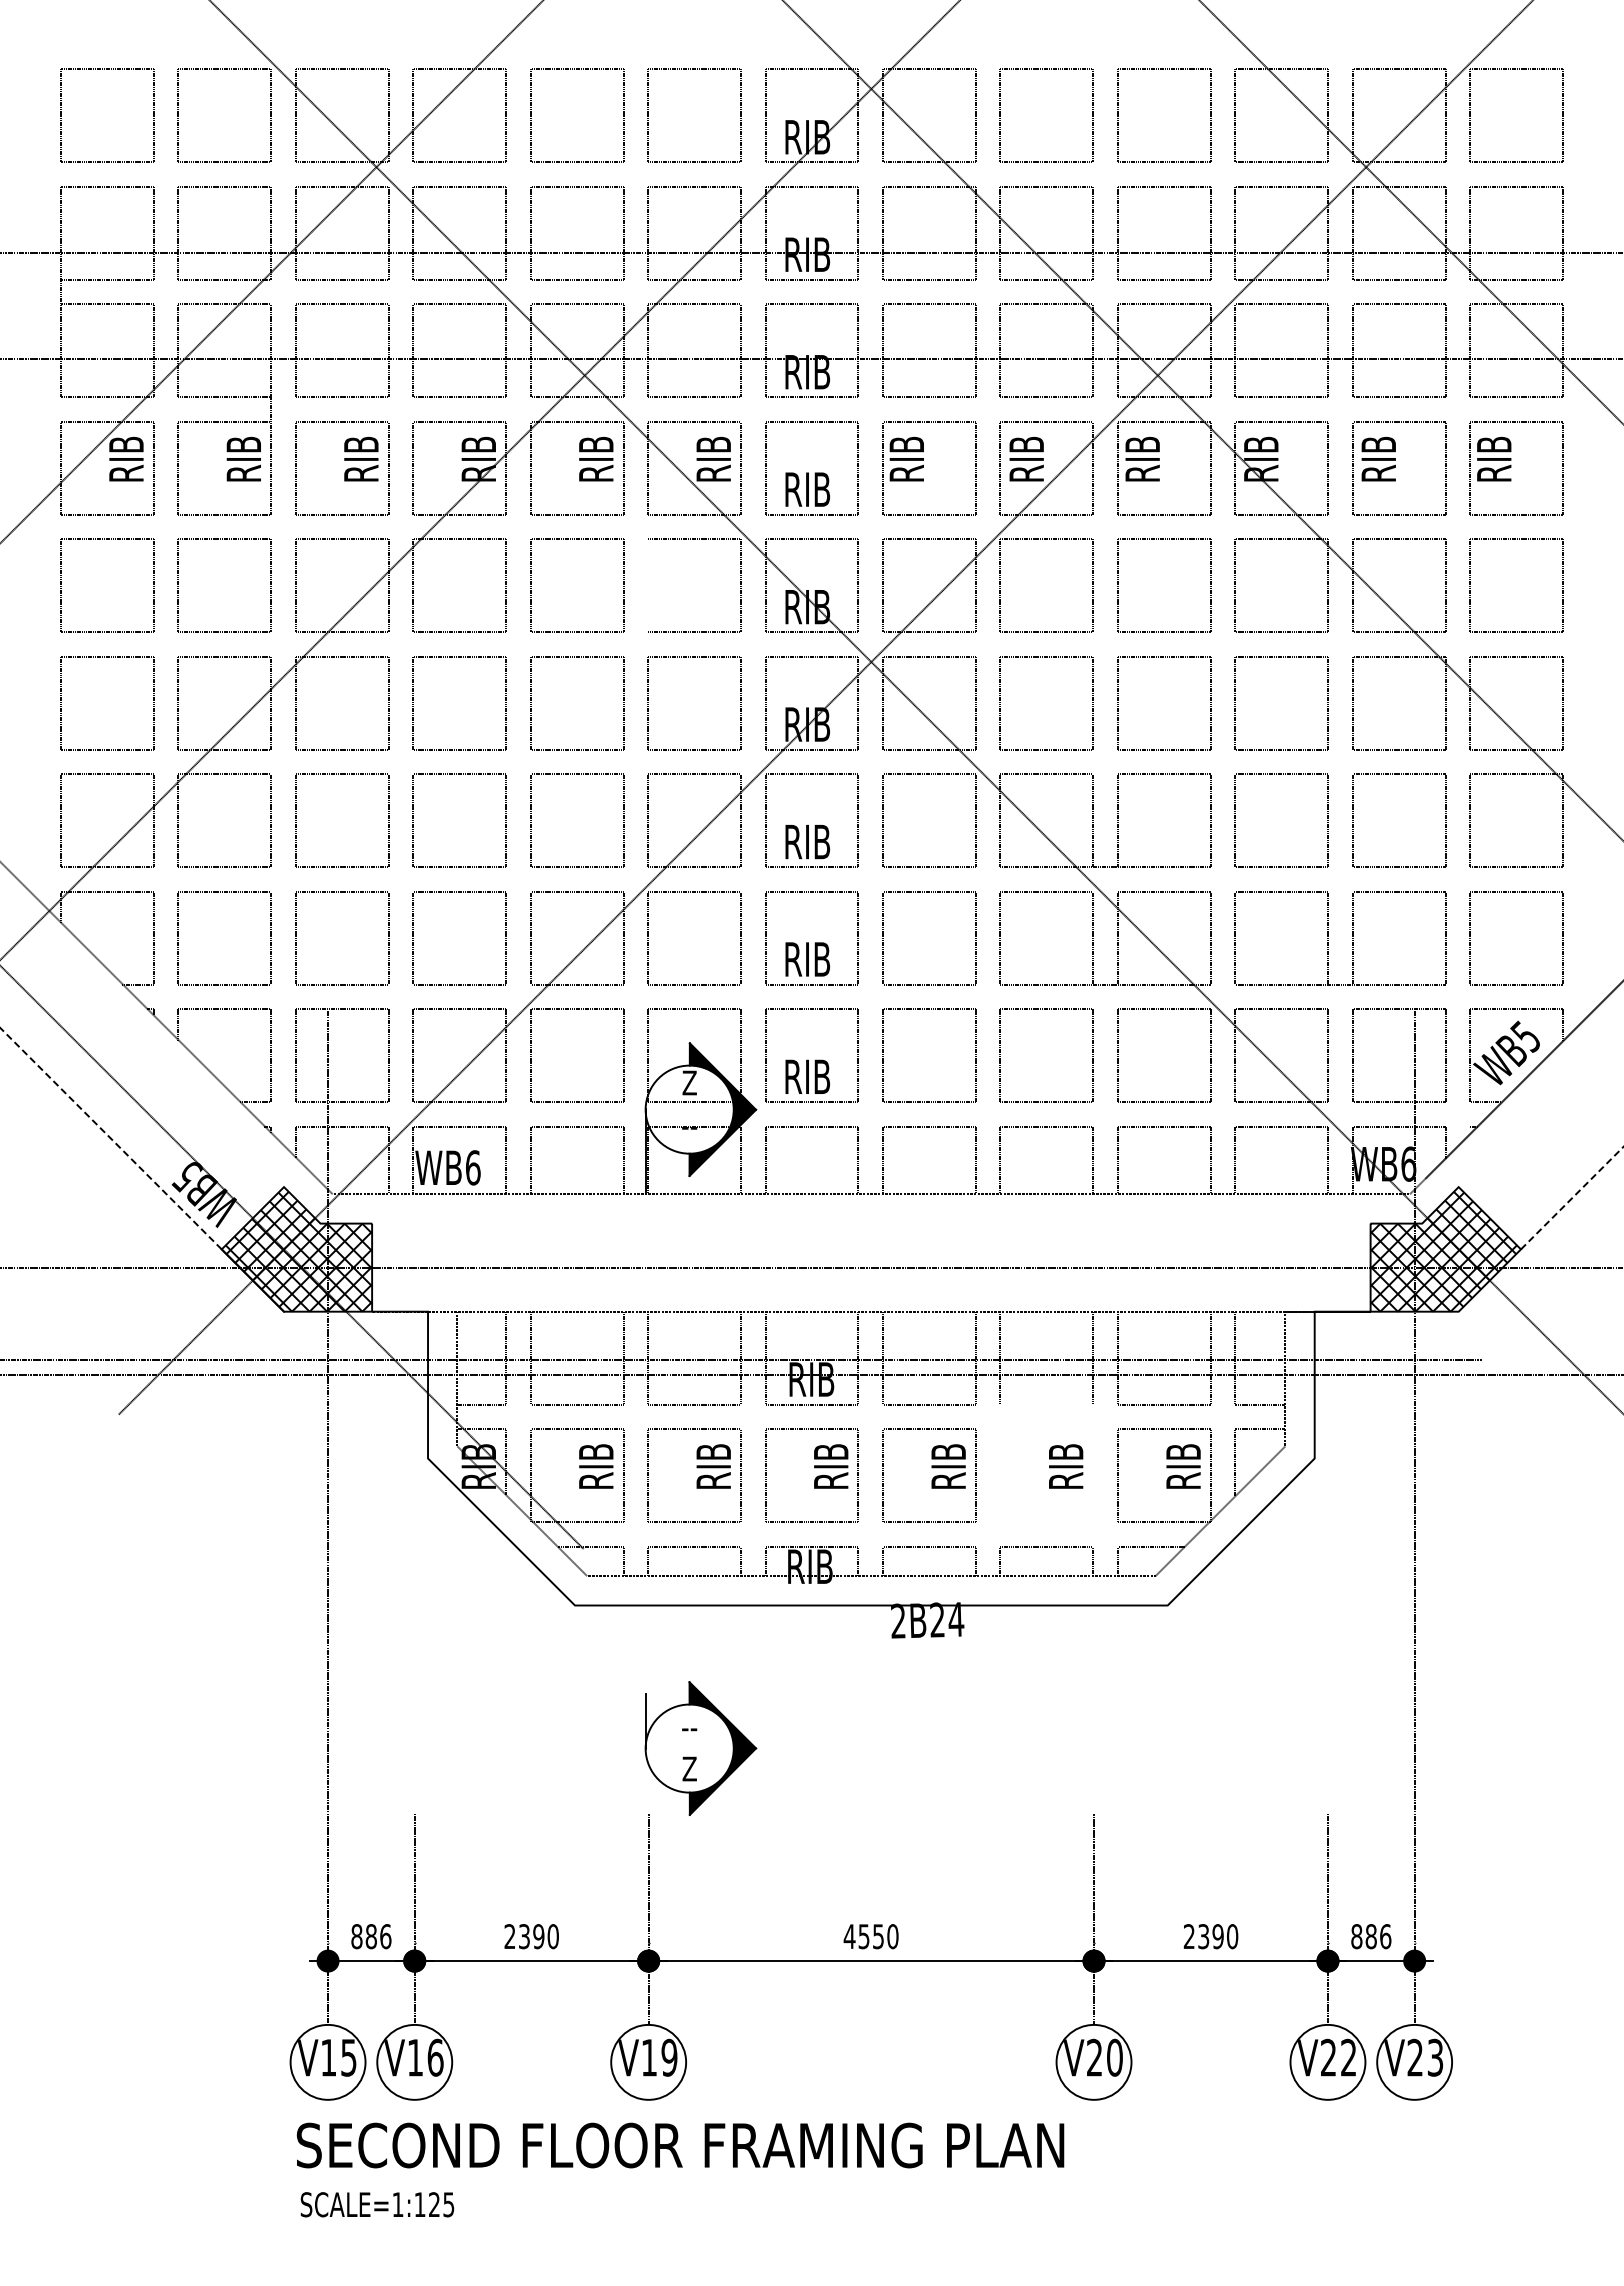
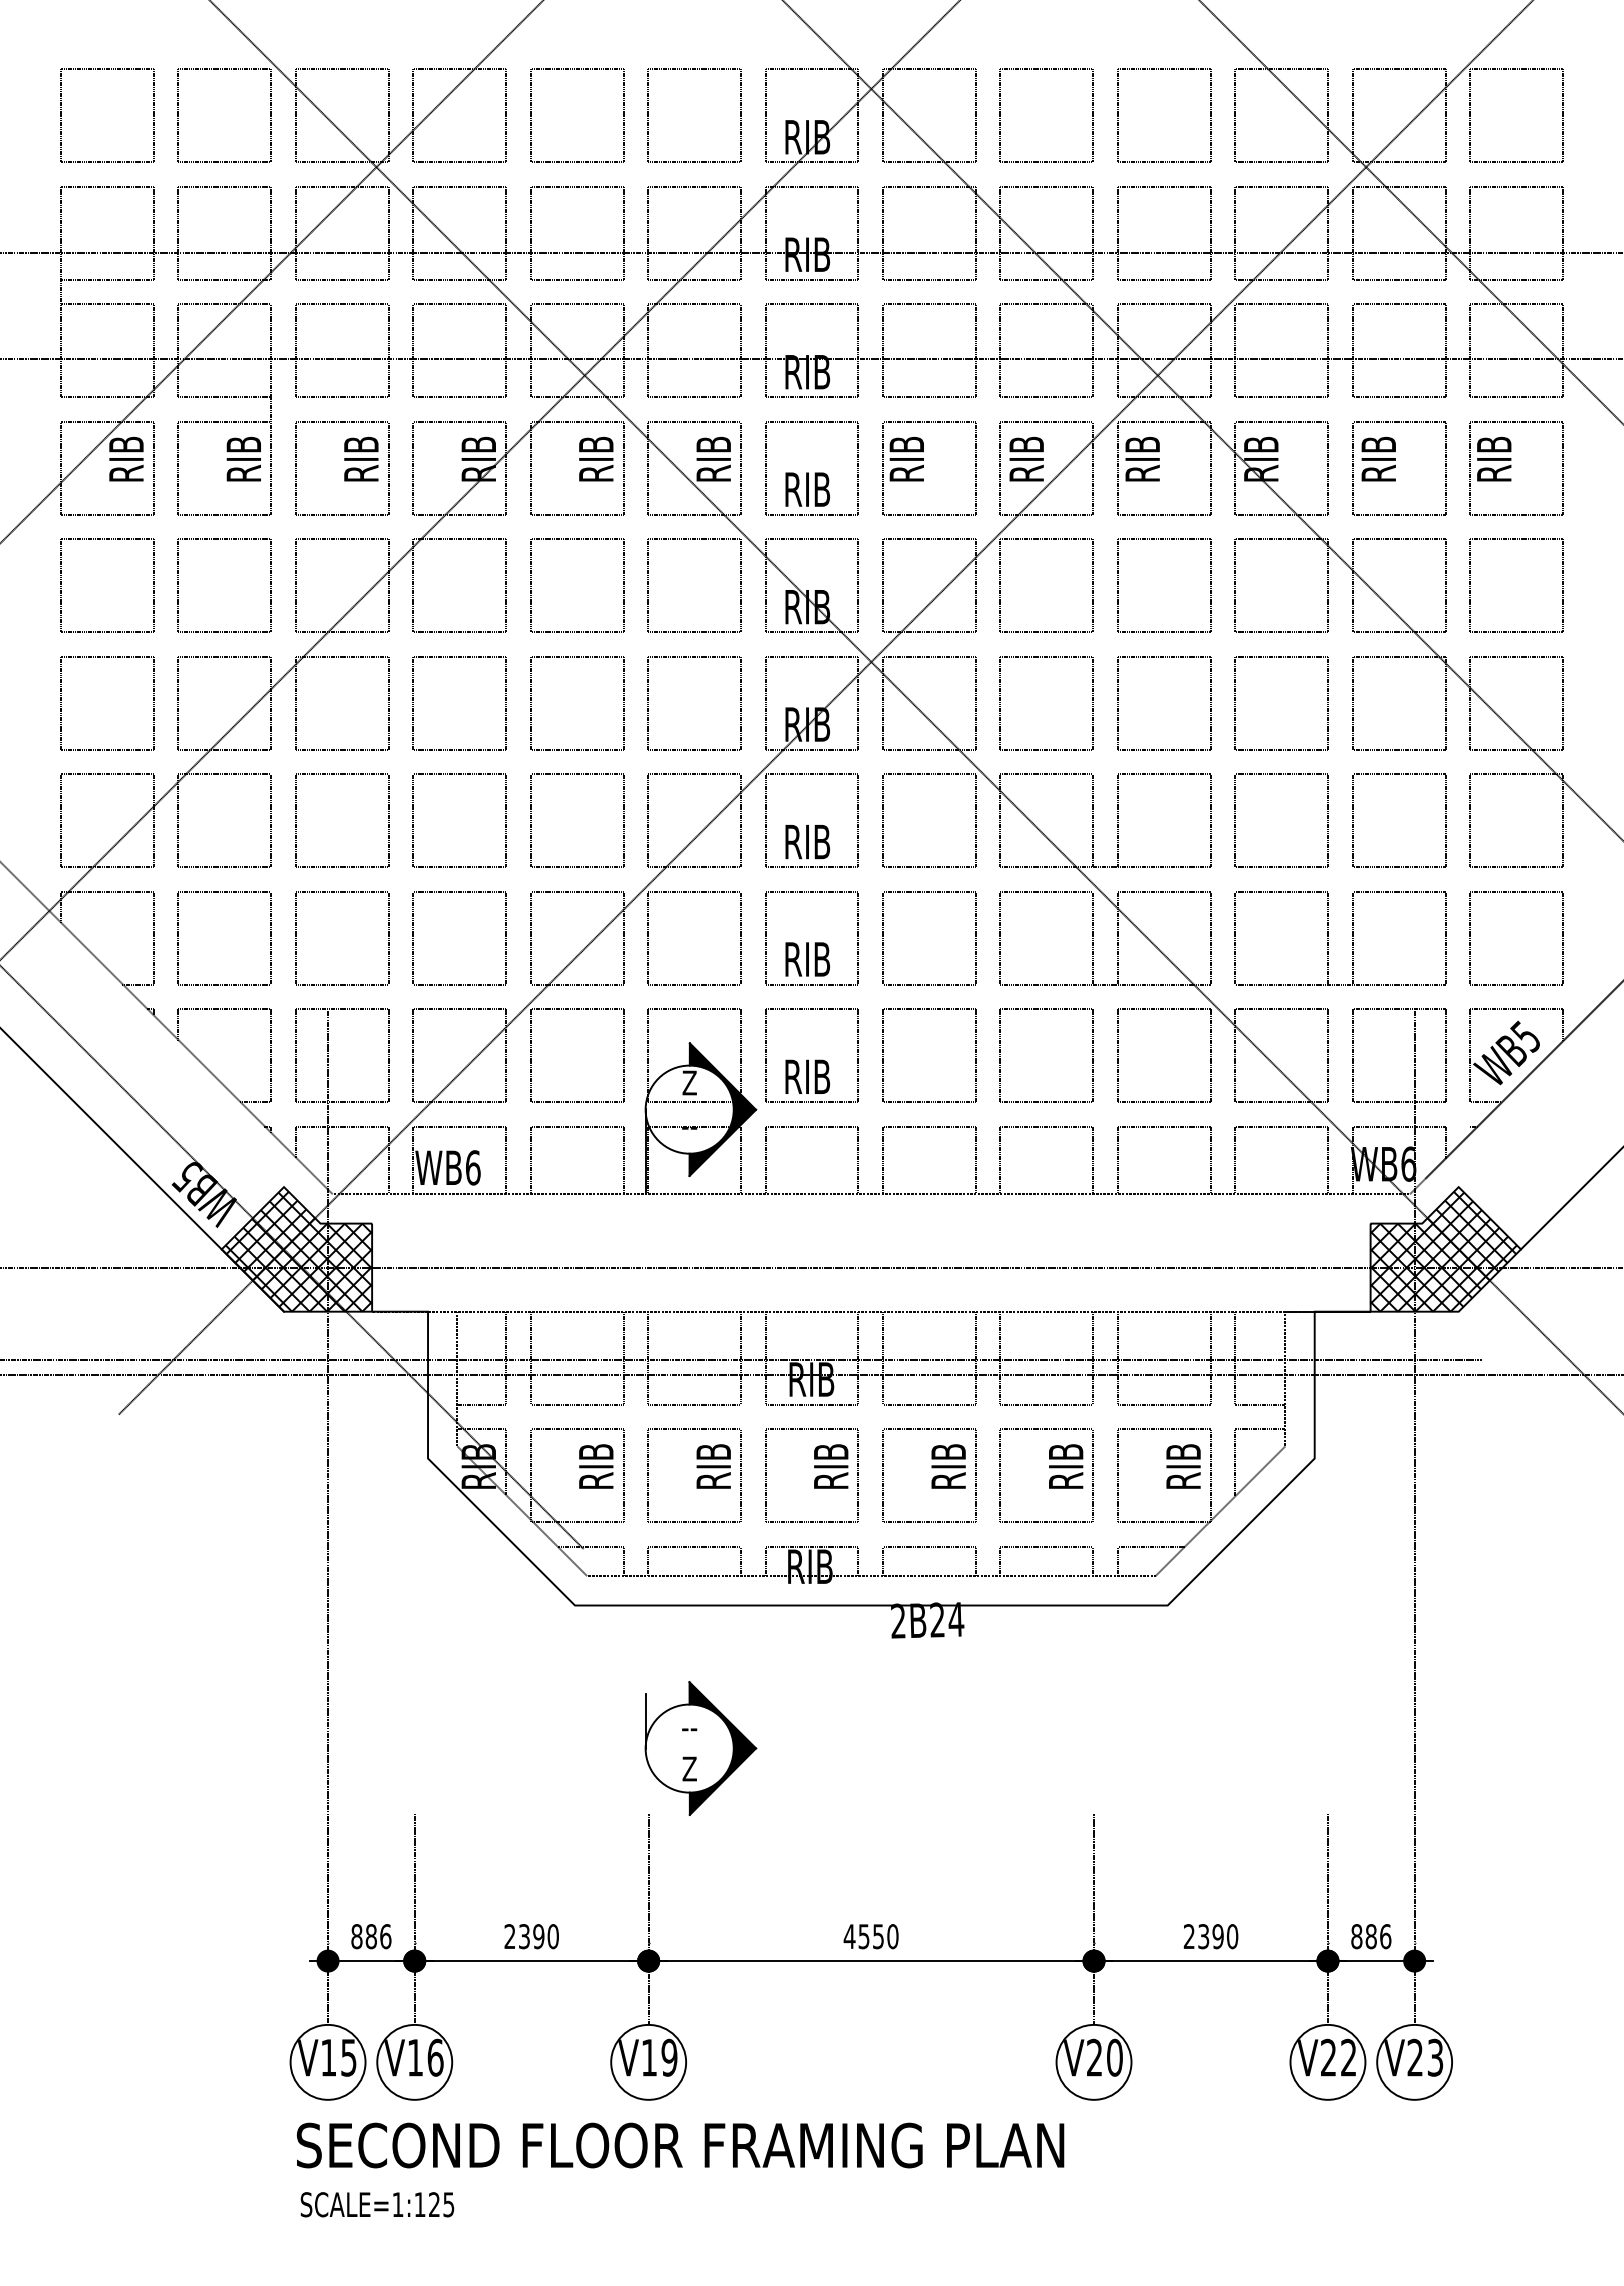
line at (648, 585): none -> present
line at (110, 1138): dashed -> solid
line at (1572, 1197): dashed -> solid
line at (1046, 1404): none -> present
part at (1046, 1429): none -> present
